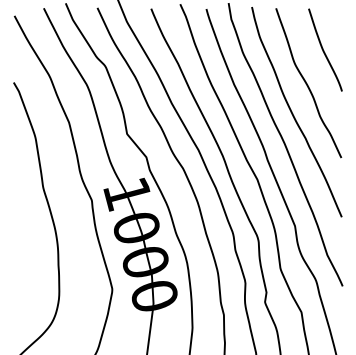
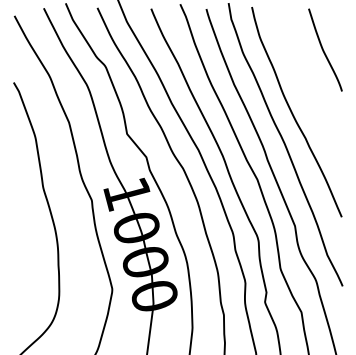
curve at (307, 83): present -> none
